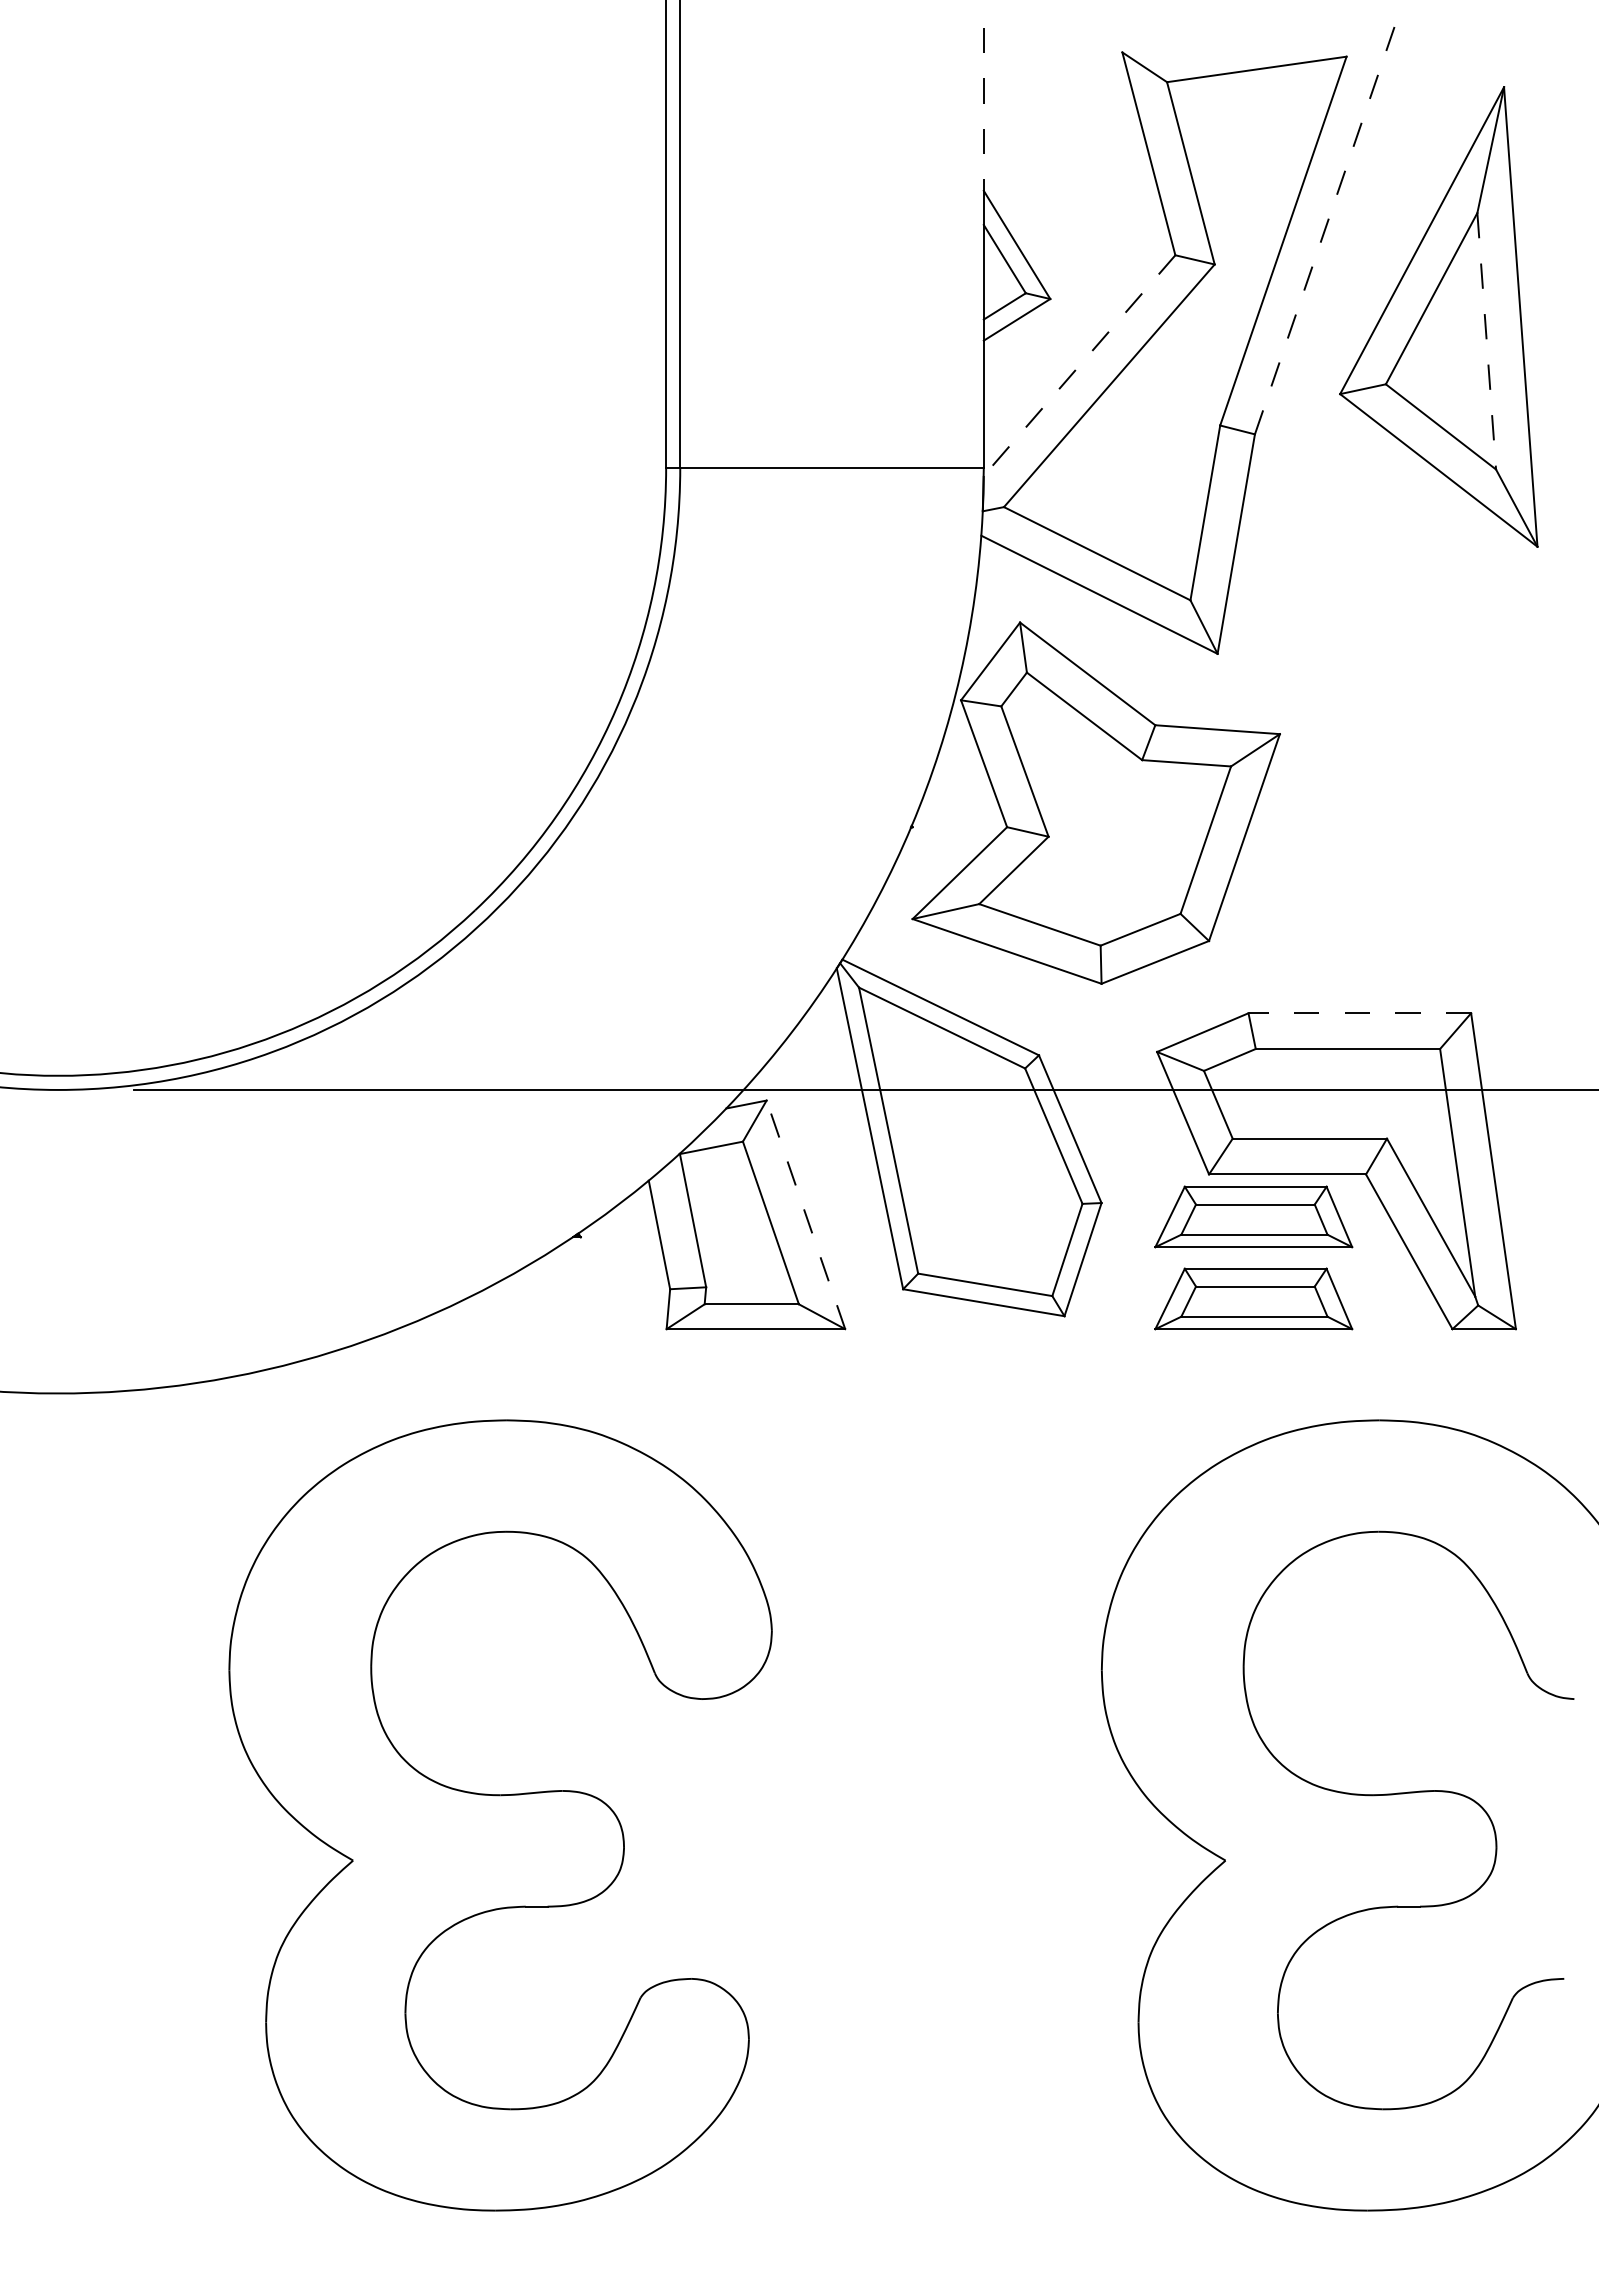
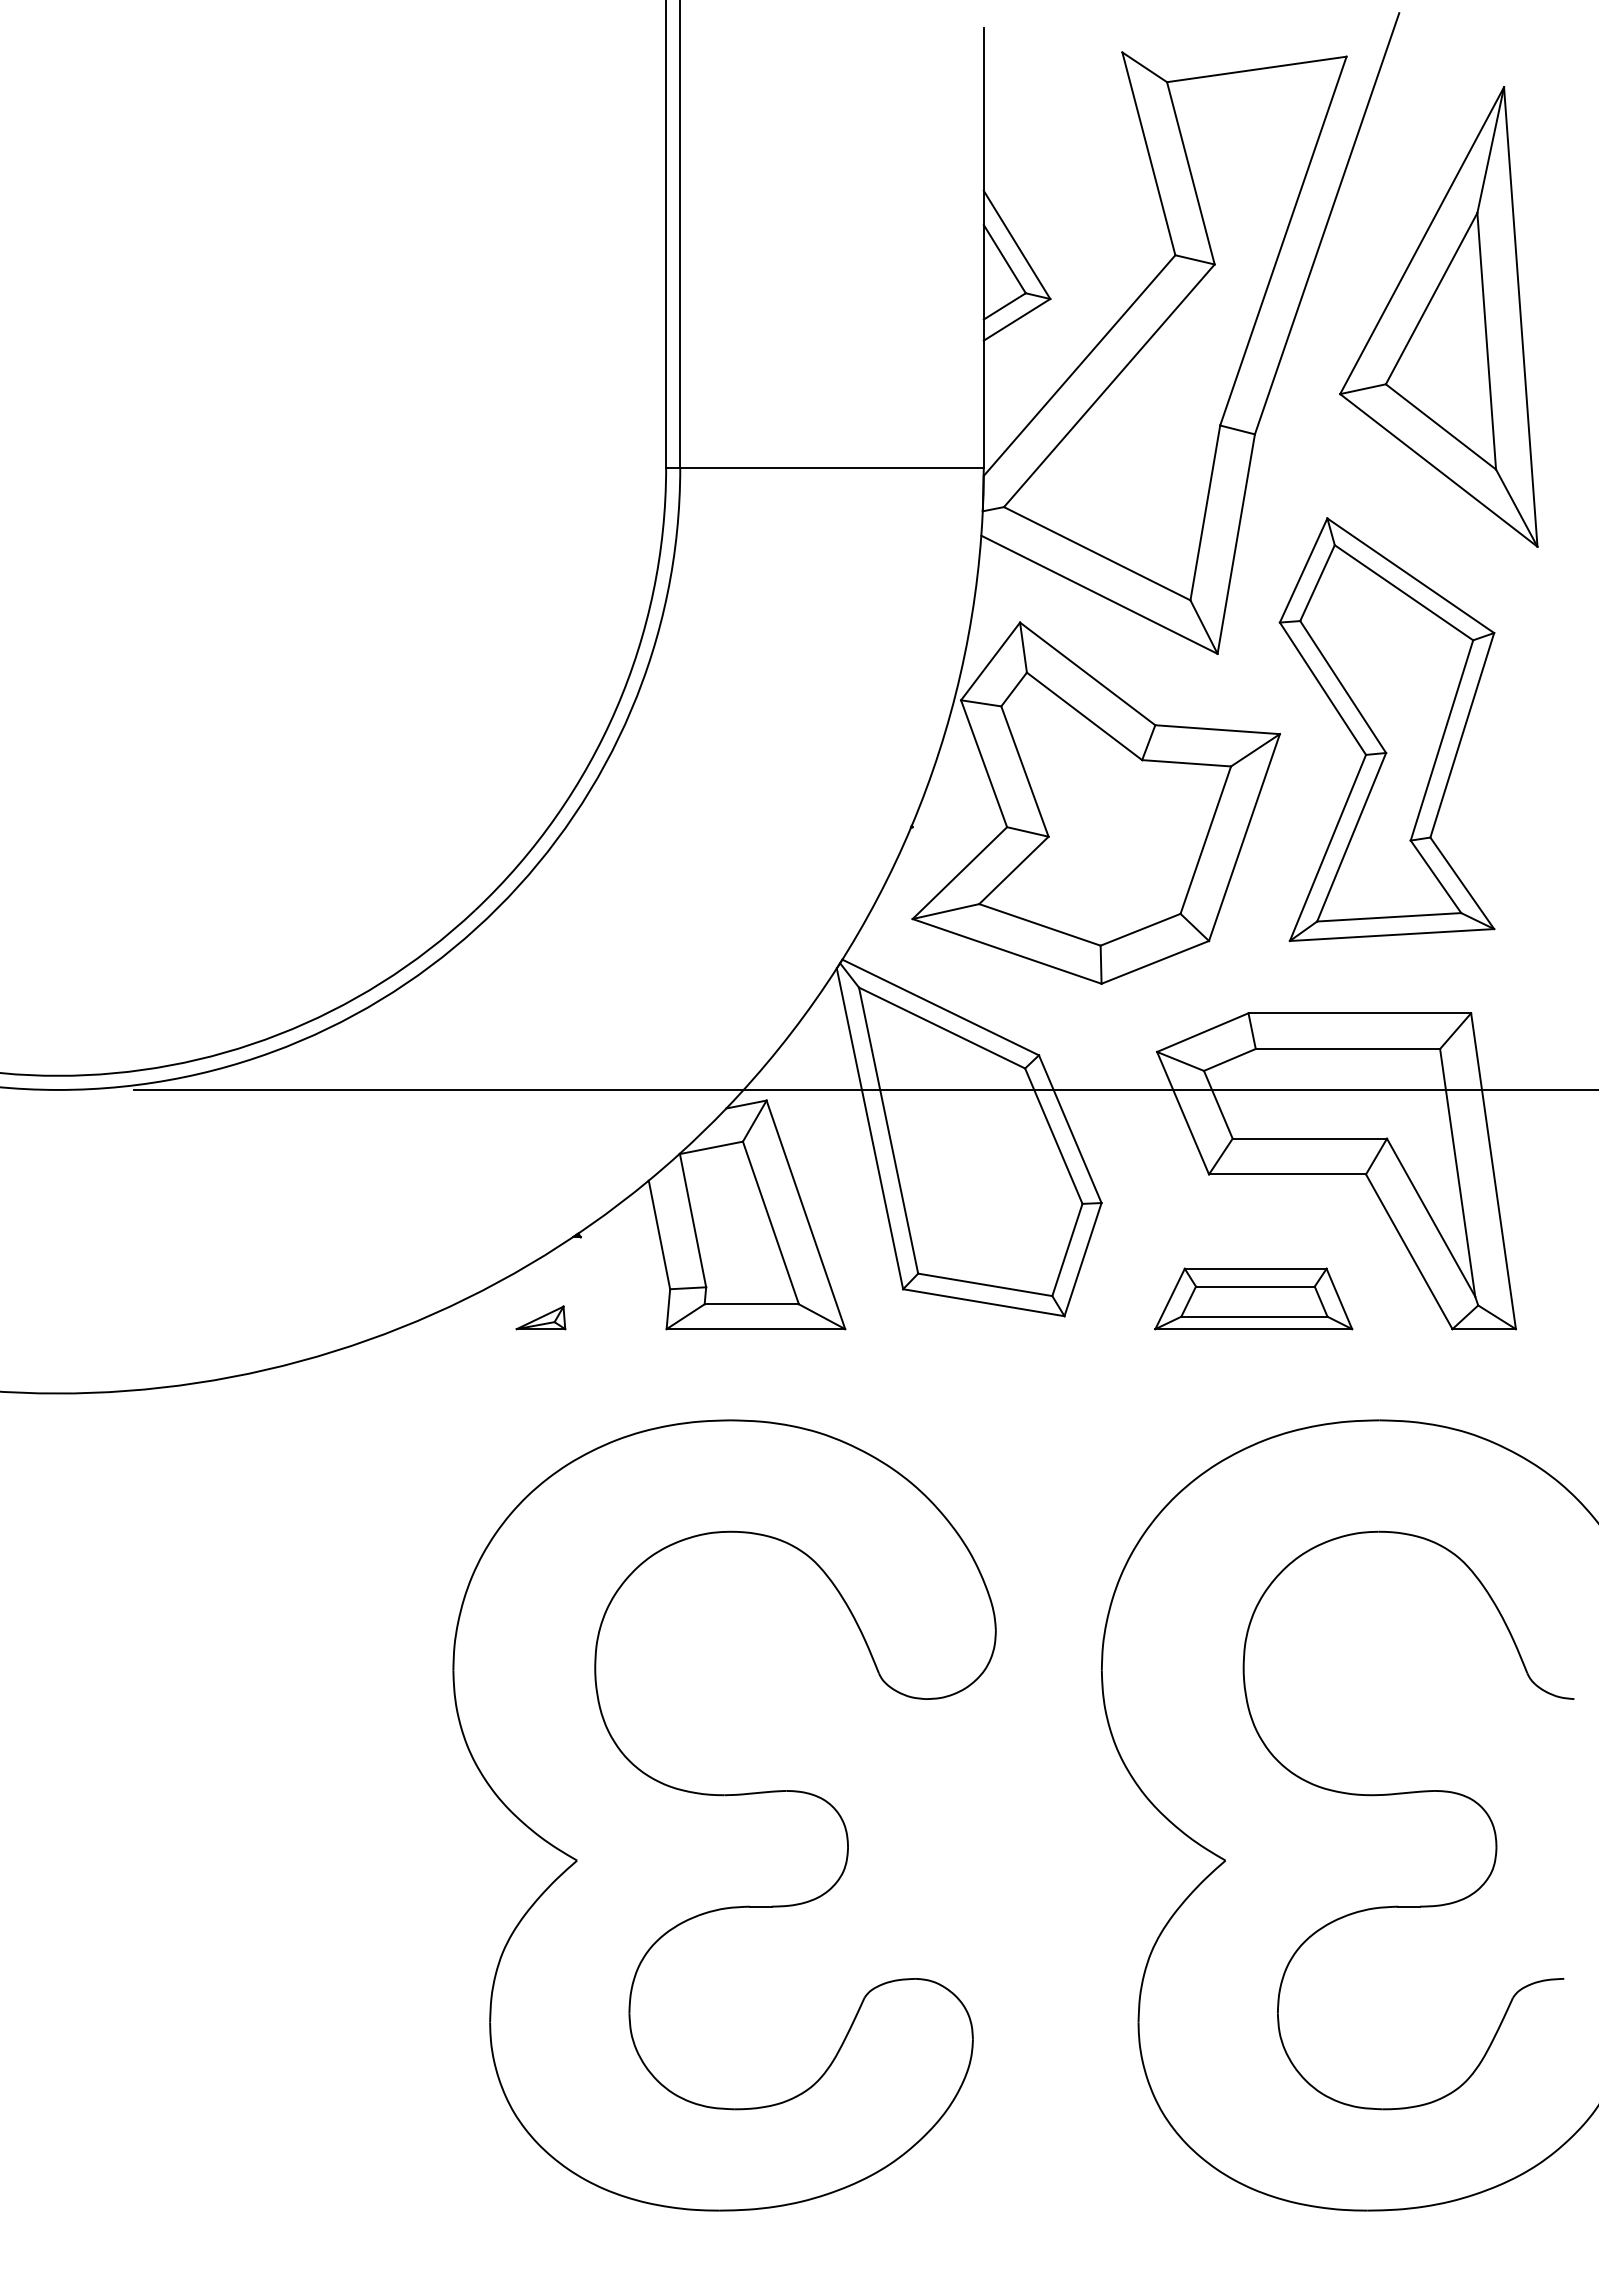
line at (983, 109): dashed -> solid
line at (1327, 223): dashed -> solid
line at (1486, 341): dashed -> solid
line at (1079, 365): dashed -> solid
part at (1386, 729): none -> present
line at (1359, 1013): dashed -> solid
line at (805, 1214): dashed -> solid
part at (1253, 1216): present -> none
part at (540, 1317): none -> present
part at (500, 1815) position: (500, 1815) -> (724, 1815)
